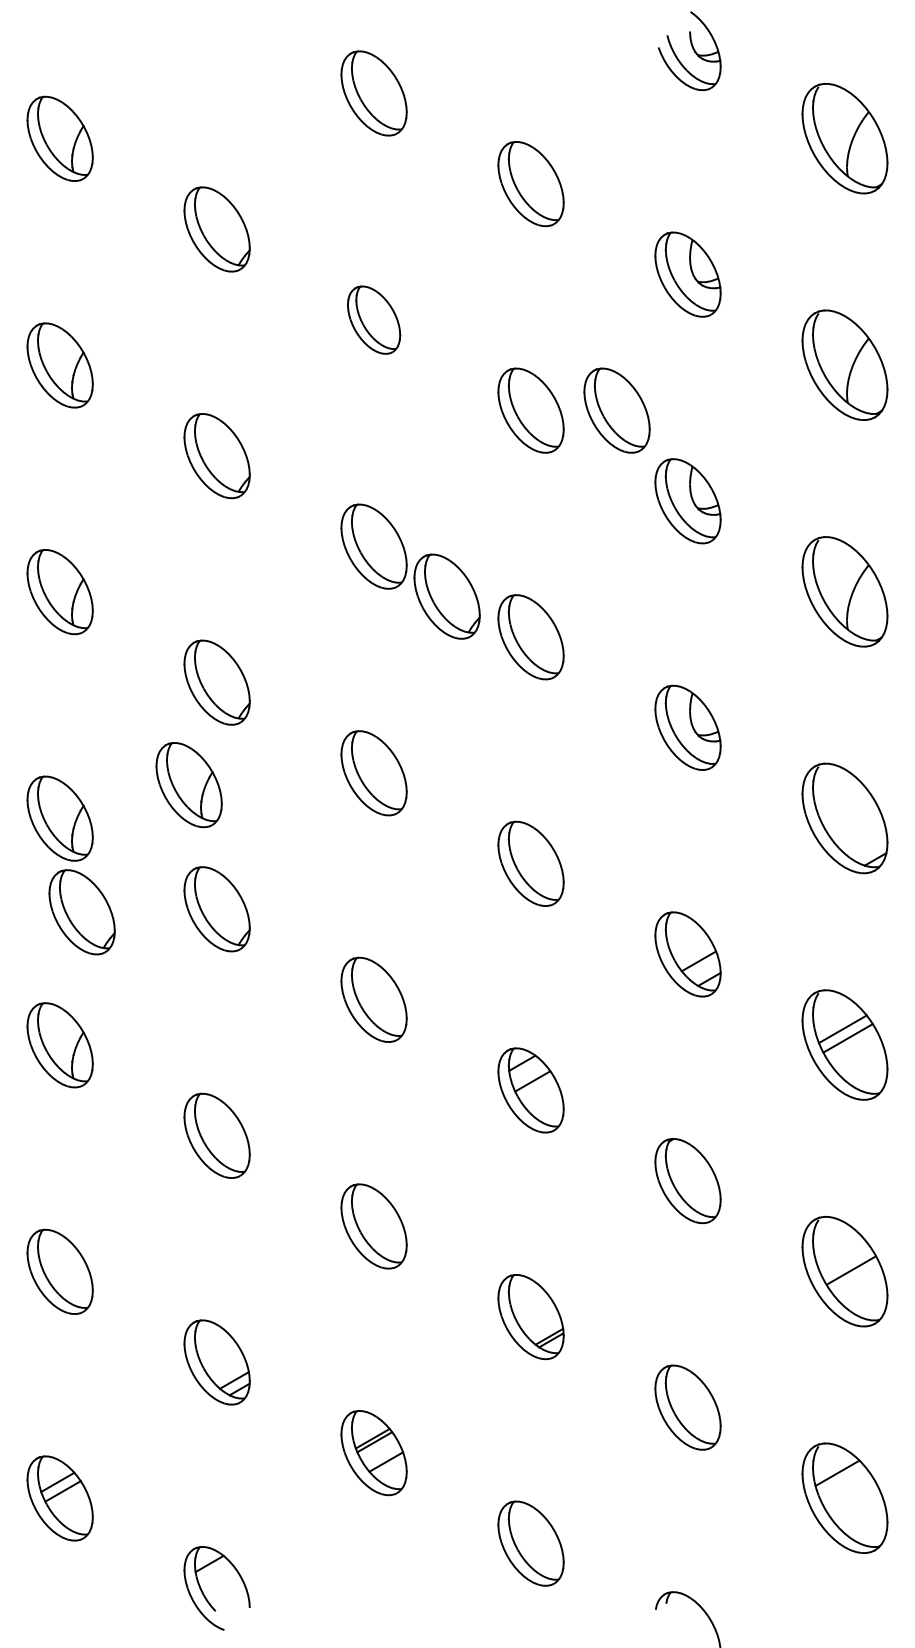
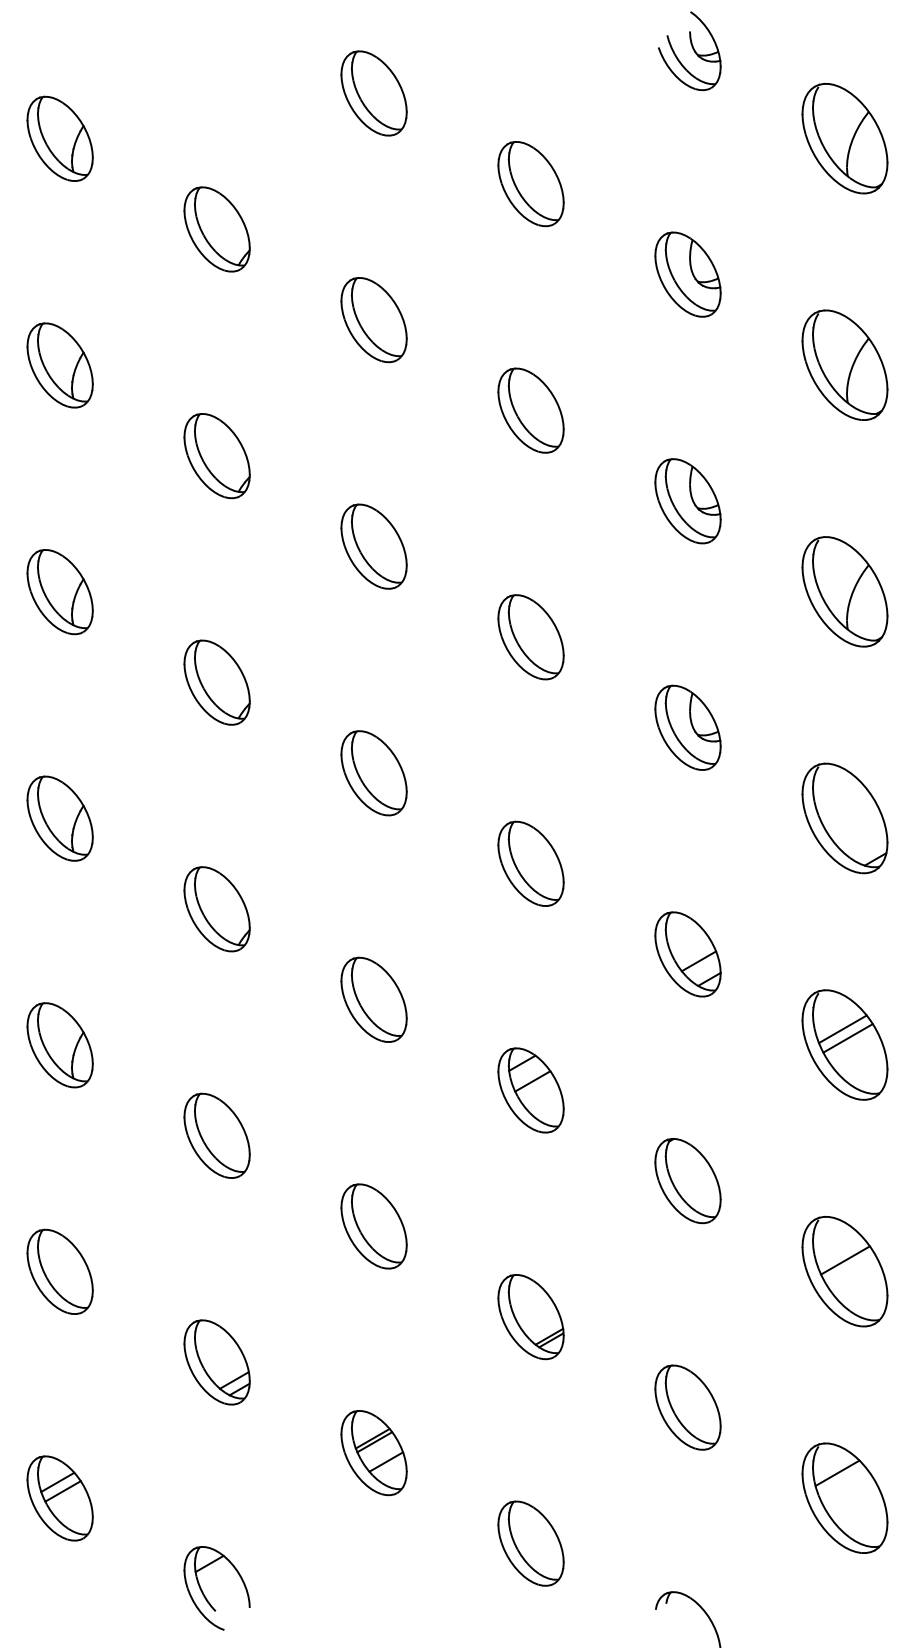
part at (374, 319) size: 55x70 px -> 68x87 px
part at (616, 410): present -> none
part at (446, 596): present -> none
part at (188, 785): present -> none
part at (81, 912): present -> none
line at (851, 1270) position: (851, 1270) -> (845, 1260)
